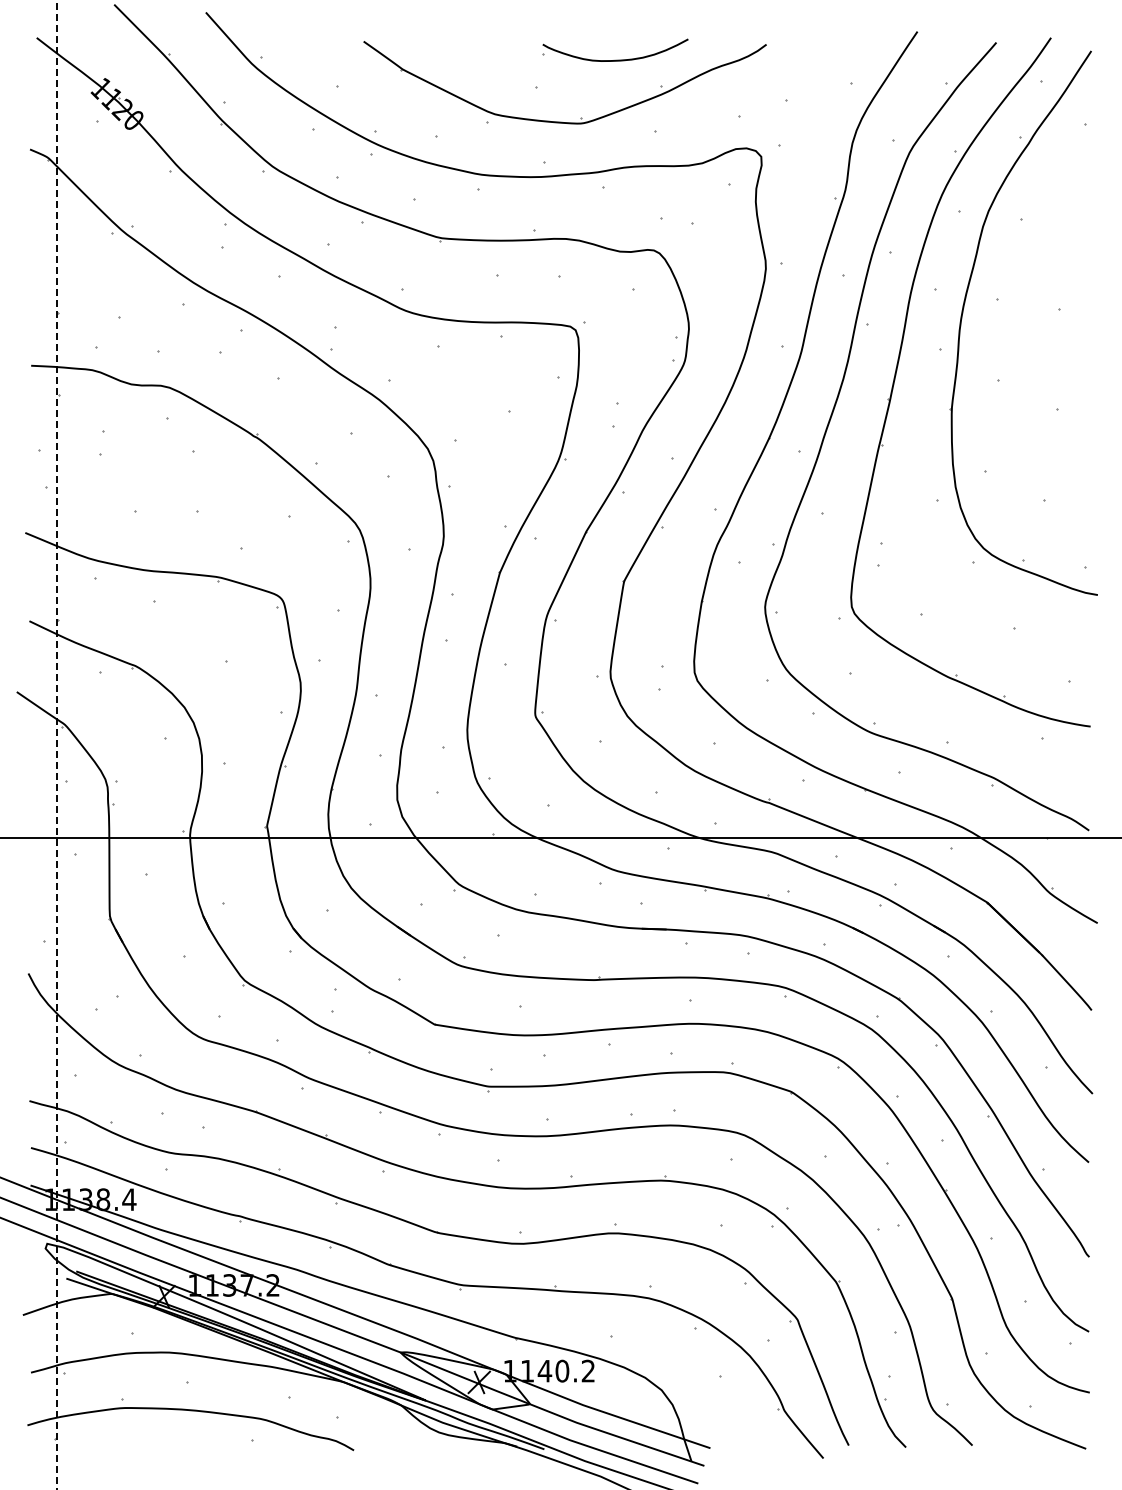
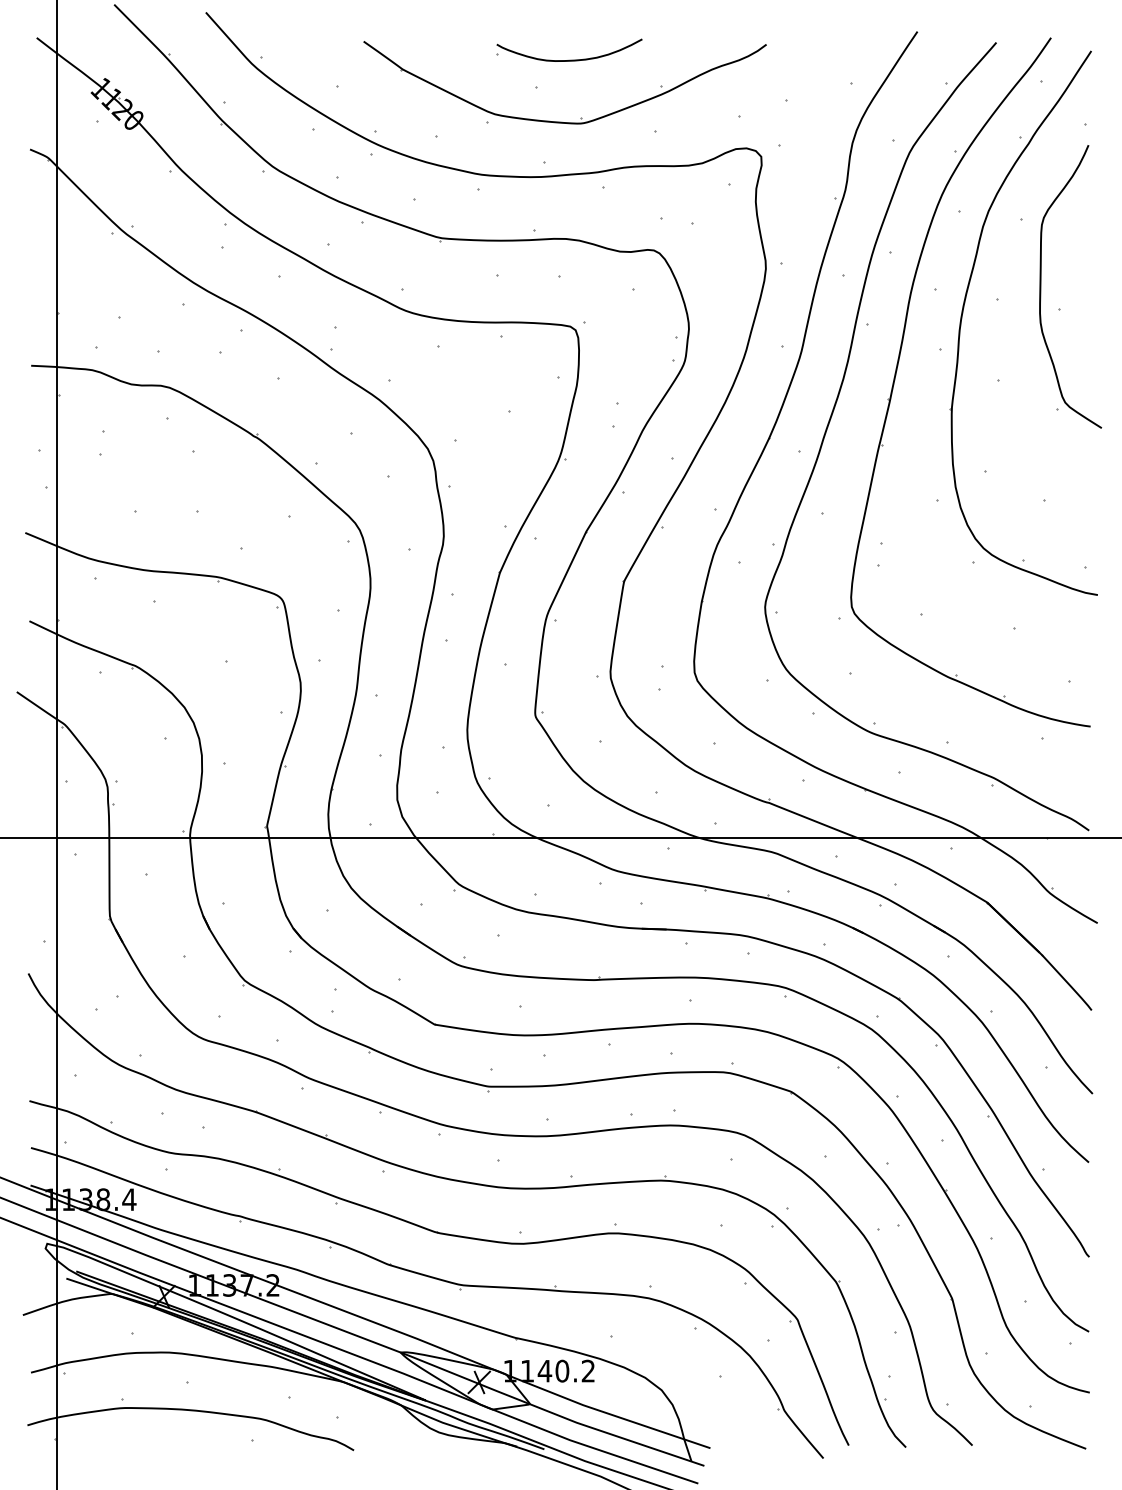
part at (615, 59) position: (615, 59) -> (569, 59)
curve at (1041, 286): none -> present
line at (56, 745): dashed -> solid
